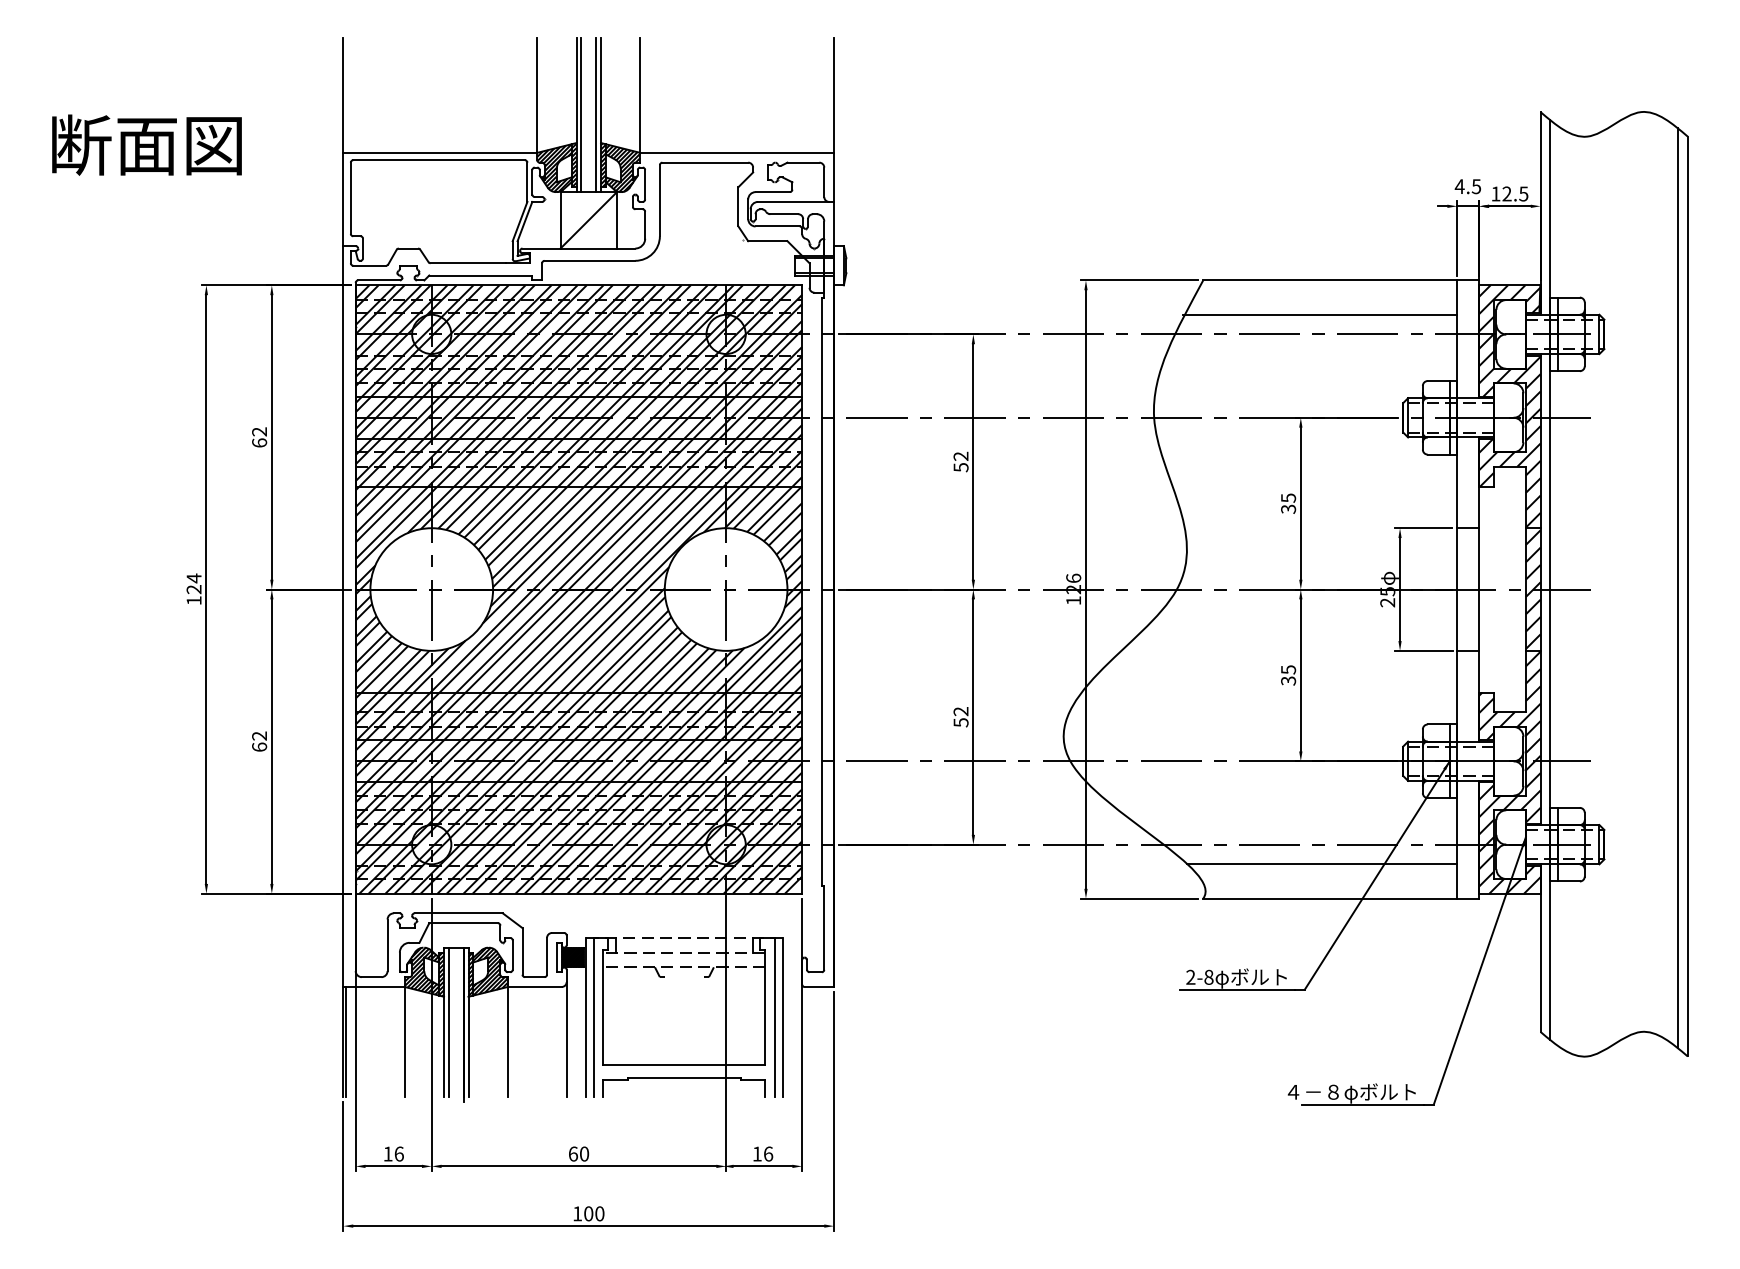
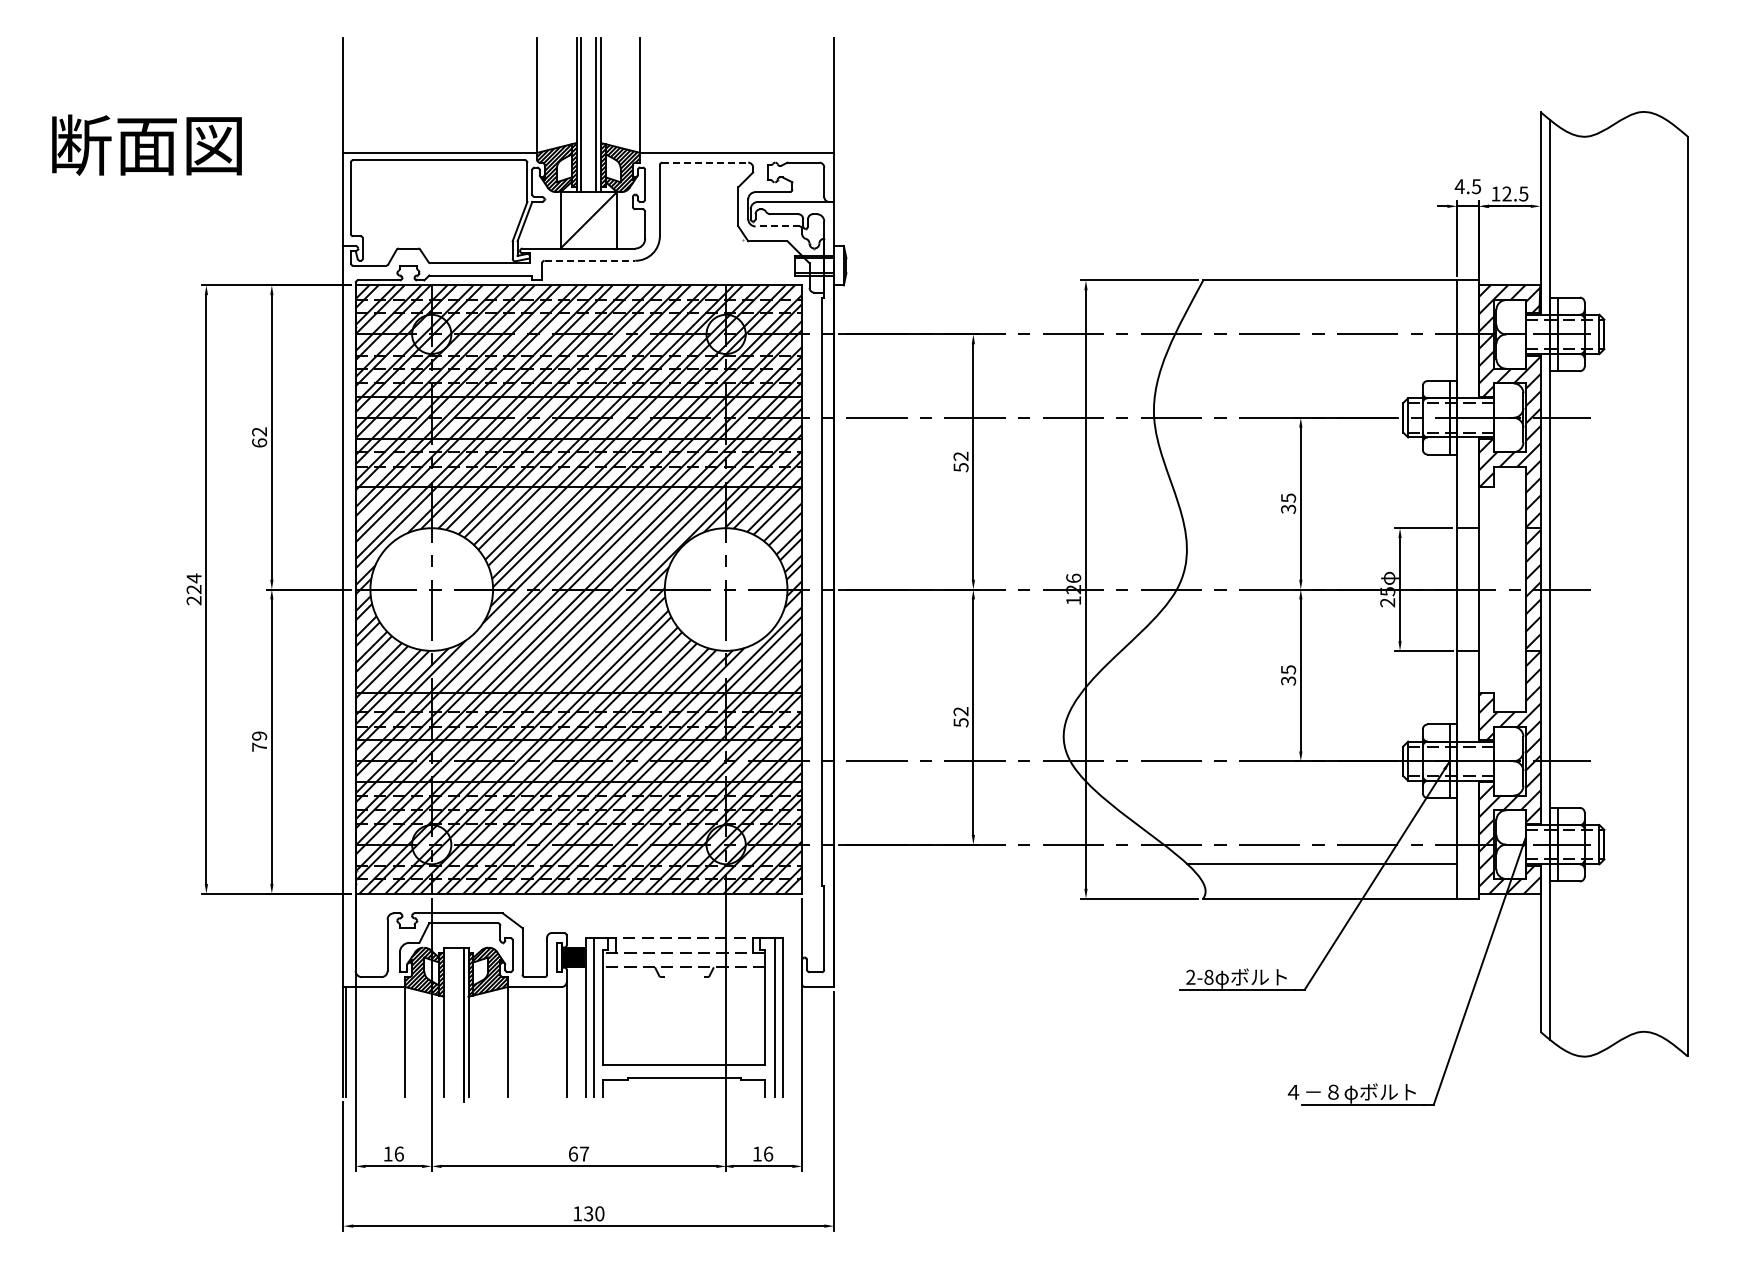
line at (705, 162): solid -> dashed
line at (777, 226): solid -> dashed
line at (590, 260): solid -> dashed
line at (1320, 314): present -> none
line at (1677, 588): present -> none
text at (193, 600): 124 -> 224
text at (259, 741): 62 -> 79
line at (448, 1022): present -> none
text at (584, 1153): 60 -> 67
text at (588, 1213): 100 -> 130
